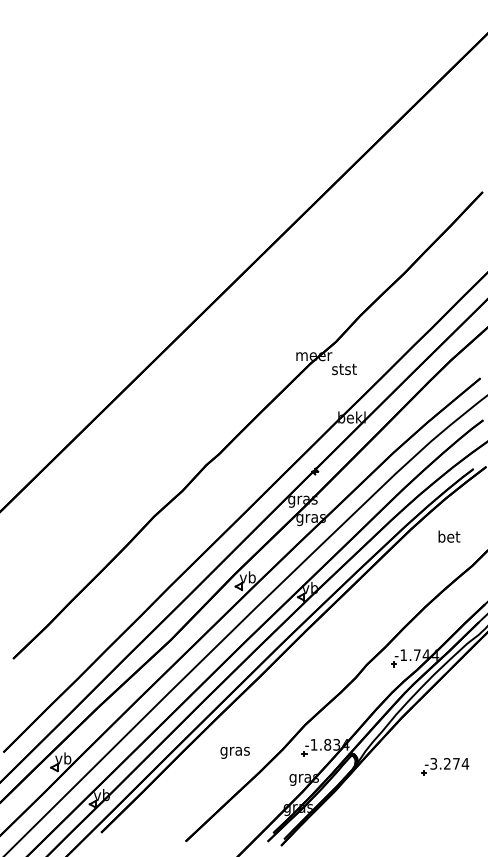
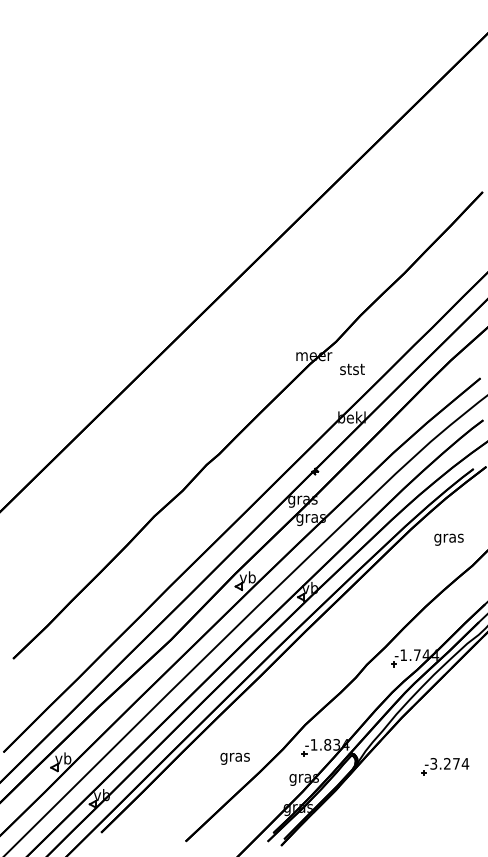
text at (344, 369) position: (344, 369) -> (352, 369)
text at (448, 537): bet -> gras
text at (234, 752) position: (234, 752) -> (234, 758)
